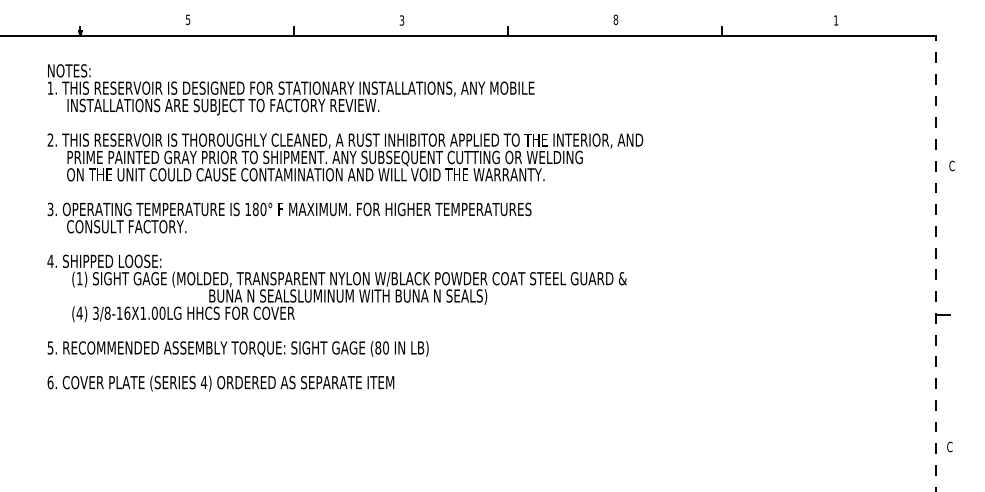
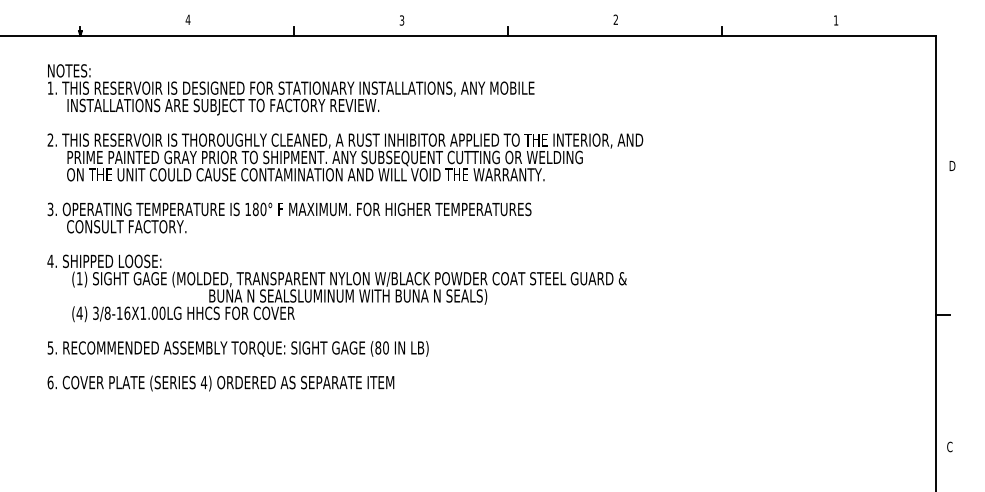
text at (187, 19): 5 -> 4
text at (615, 19): 8 -> 2
text at (952, 165): C -> D
line at (936, 263): dashed -> solid
